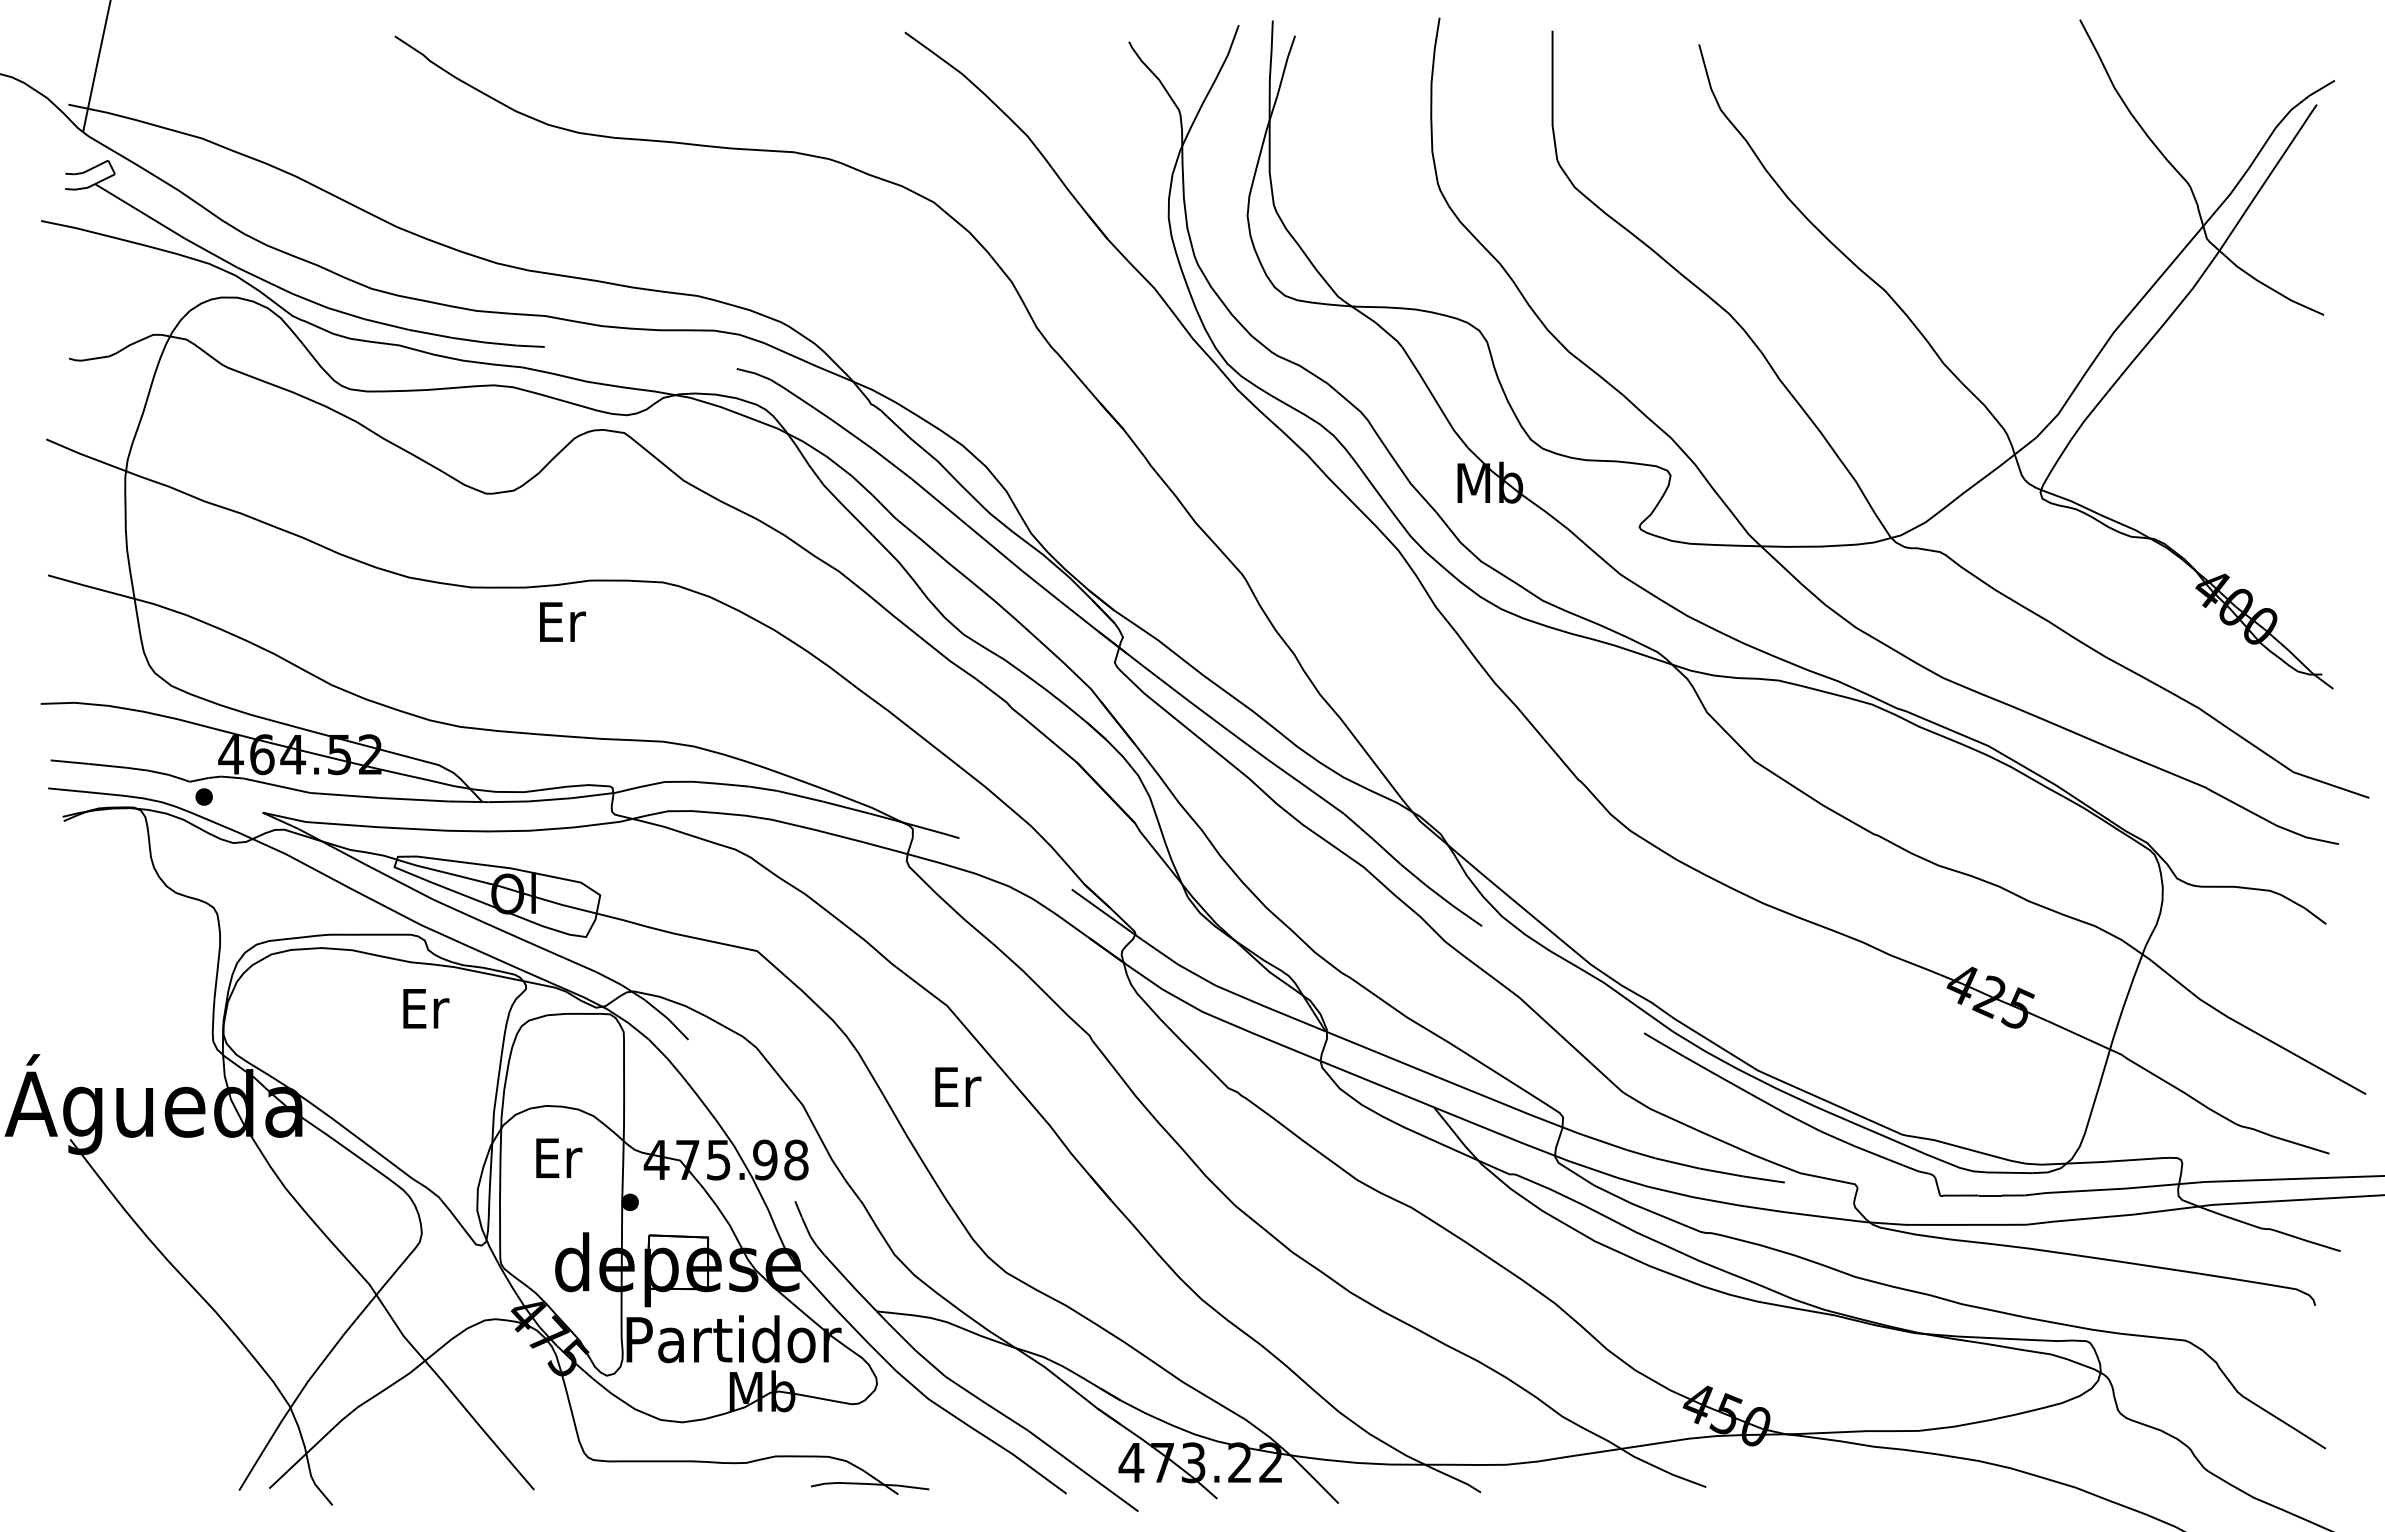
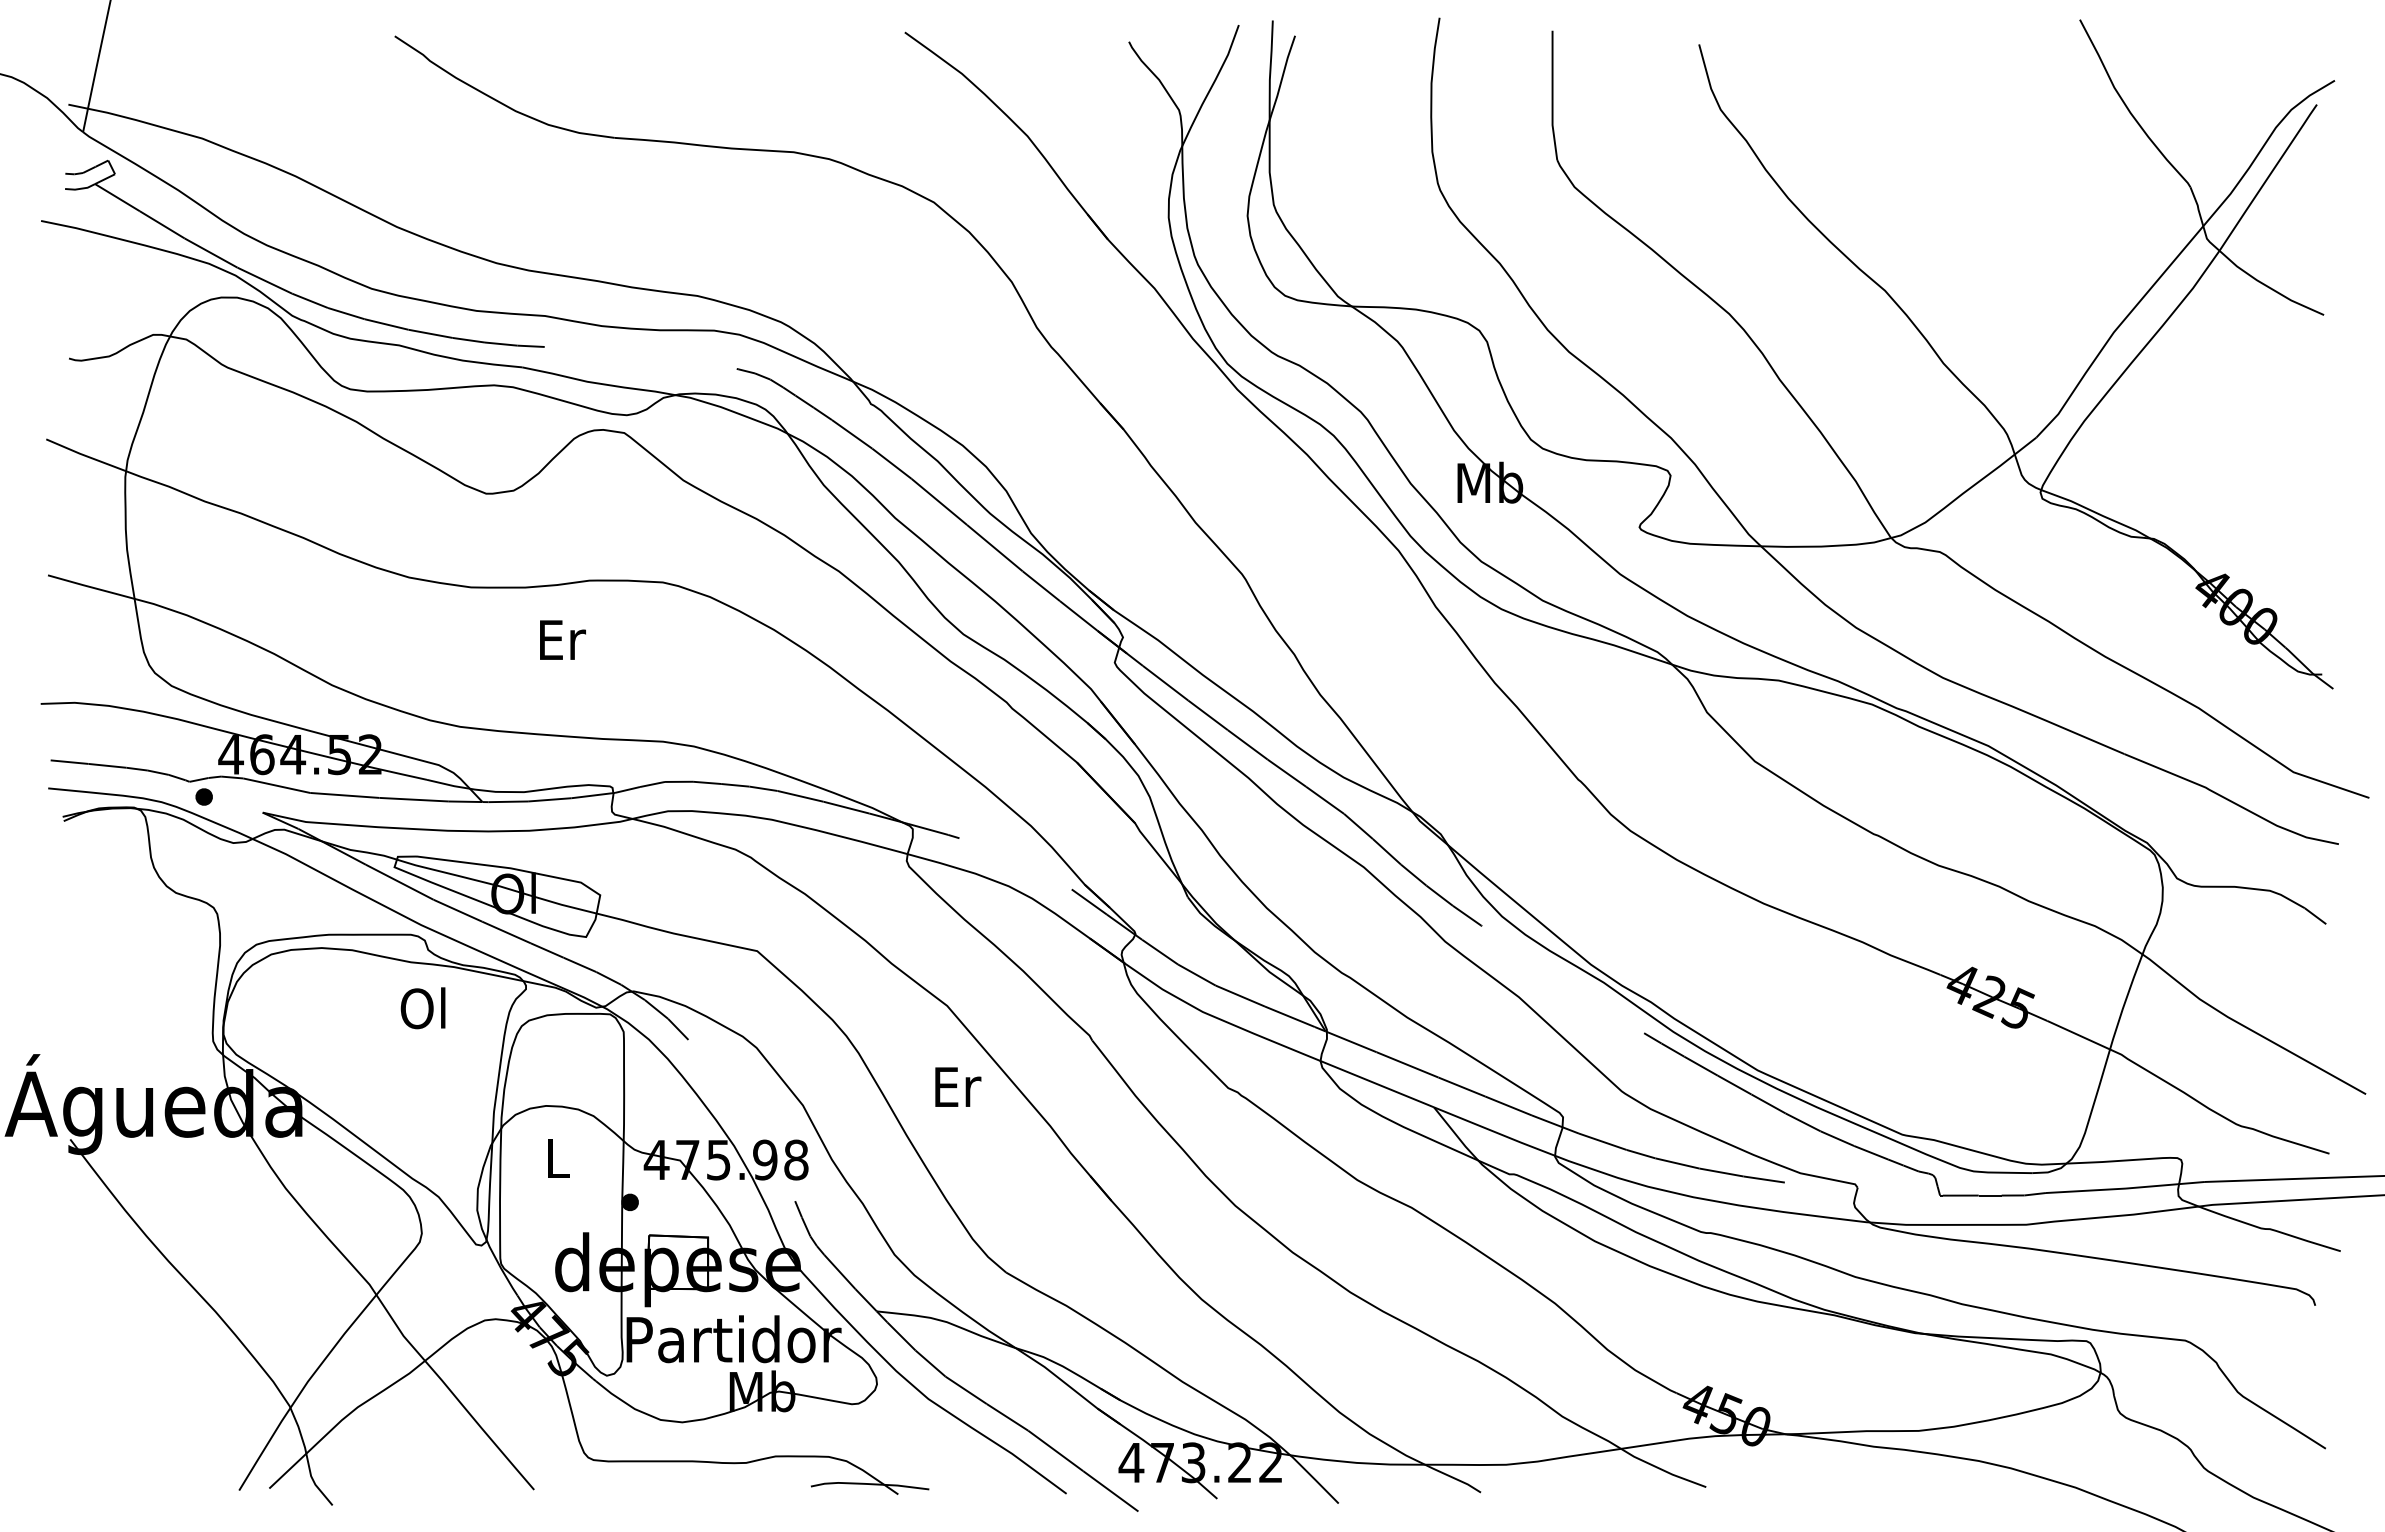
text at (562, 621) position: (562, 621) -> (562, 639)
text at (424, 1008): Er -> Ol
text at (559, 1157): Er -> L
